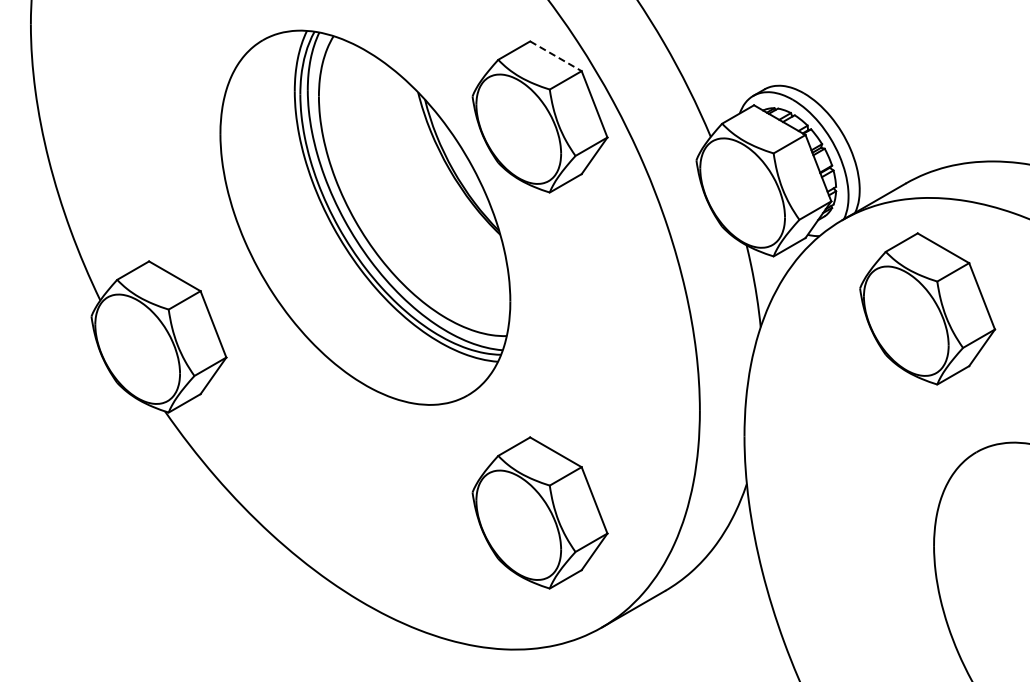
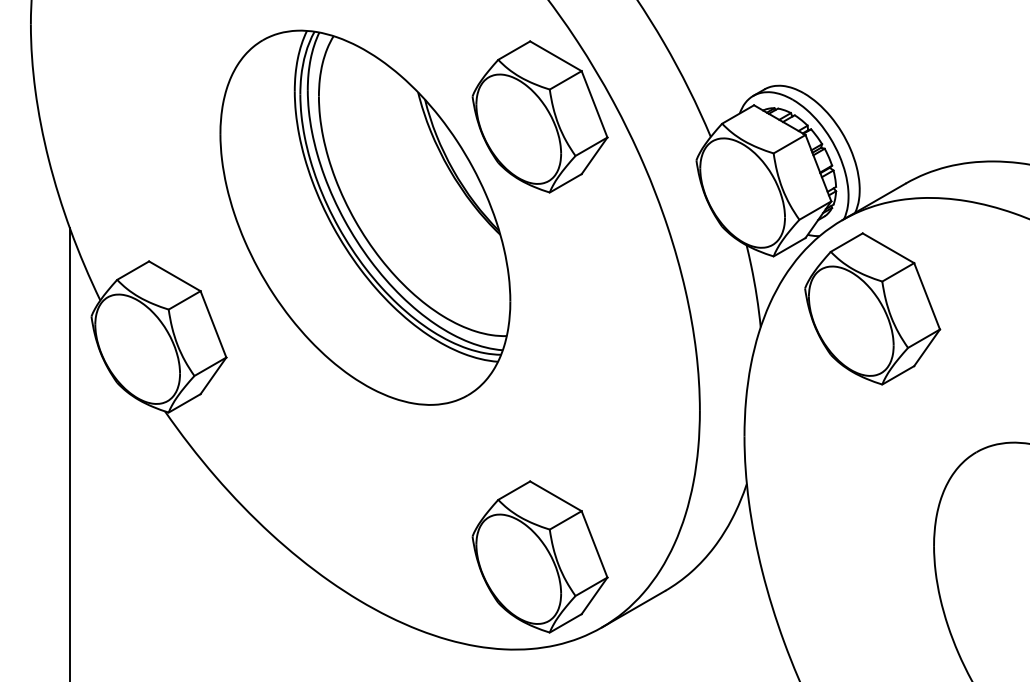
line at (555, 56): dashed -> solid
part at (927, 308) position: (927, 308) -> (872, 308)
line at (69, 453): none -> present
part at (539, 512) position: (539, 512) -> (539, 556)
